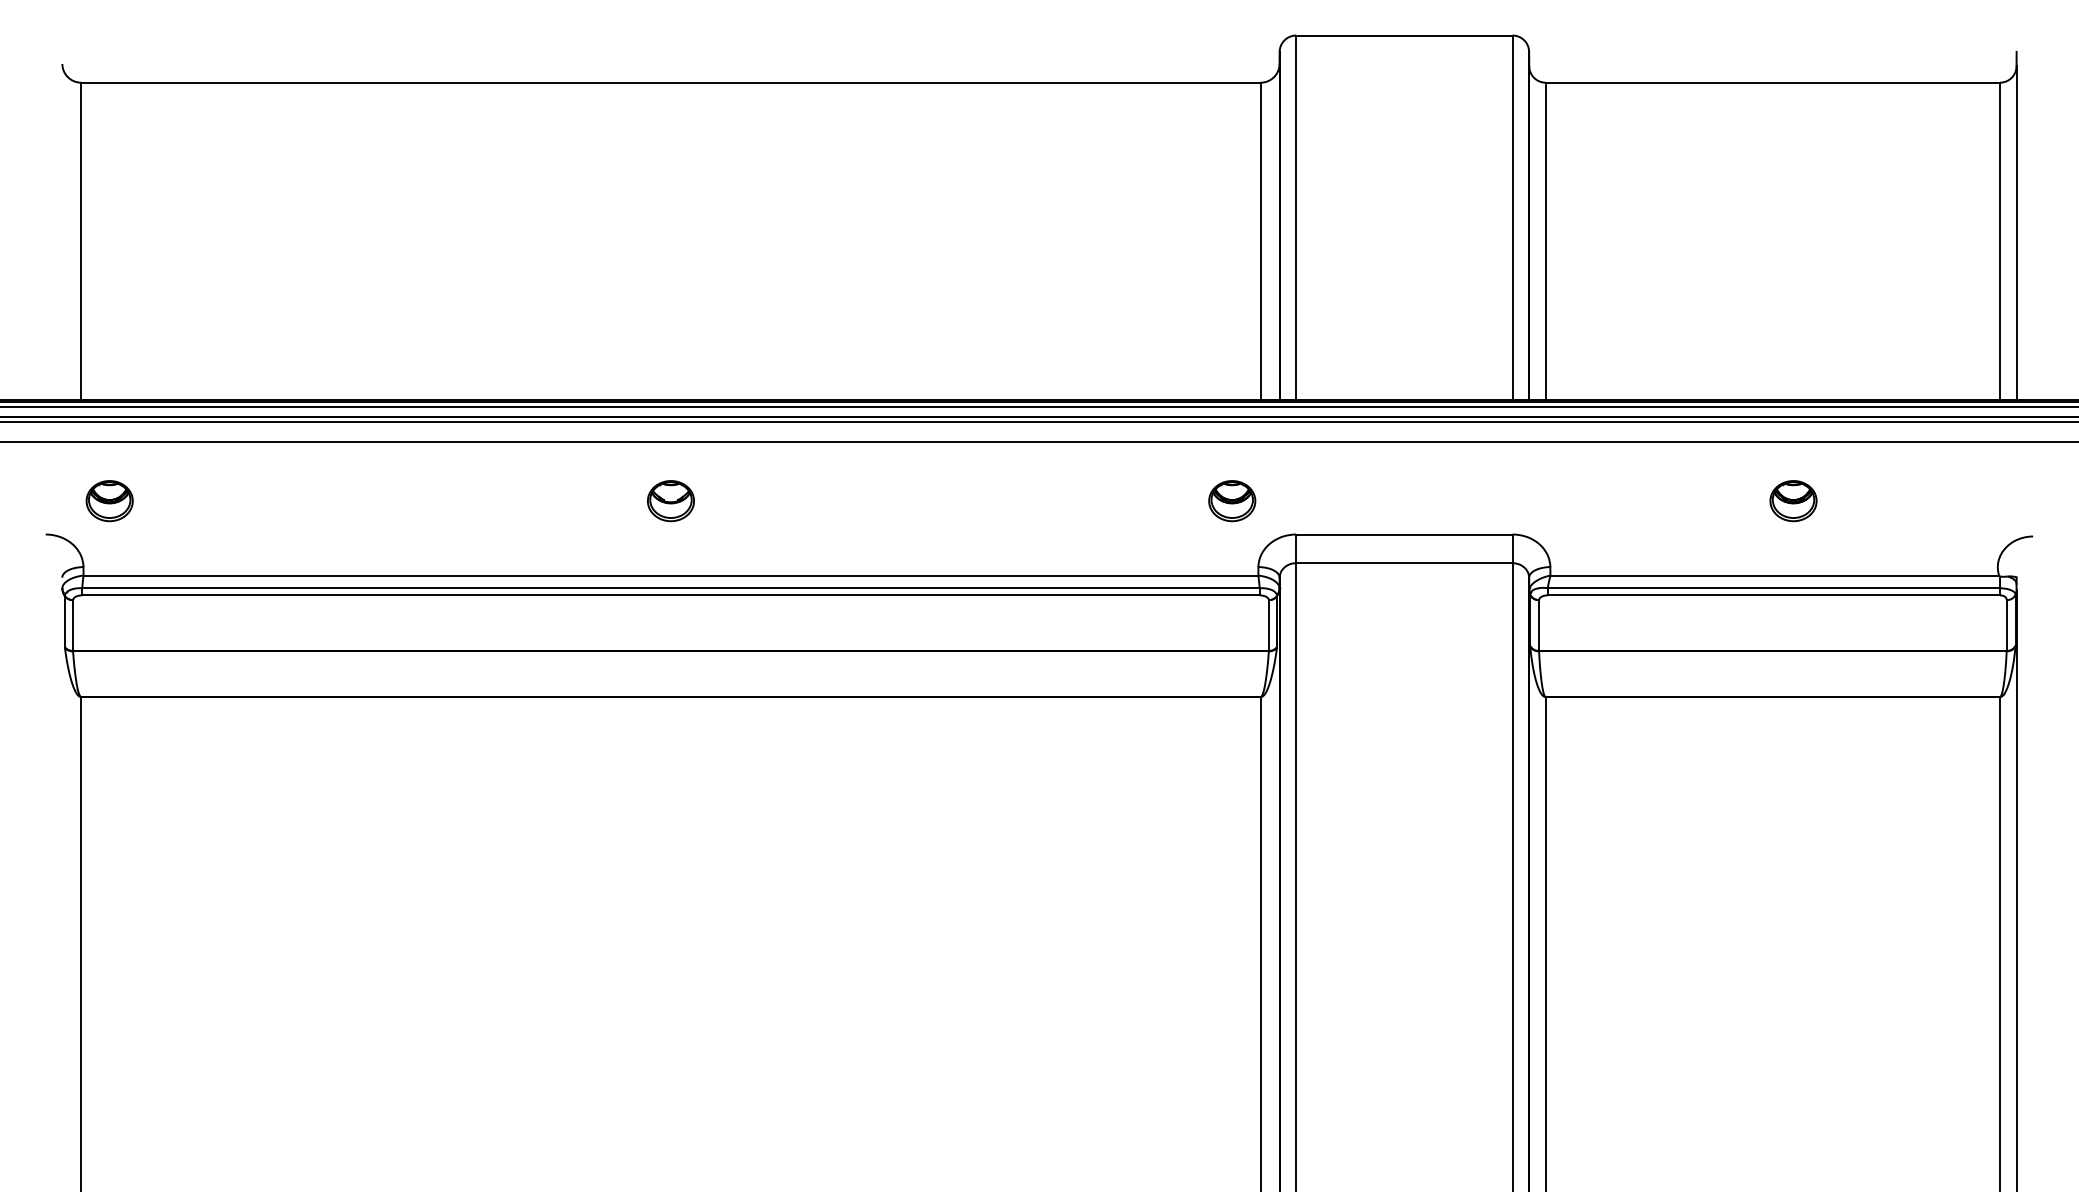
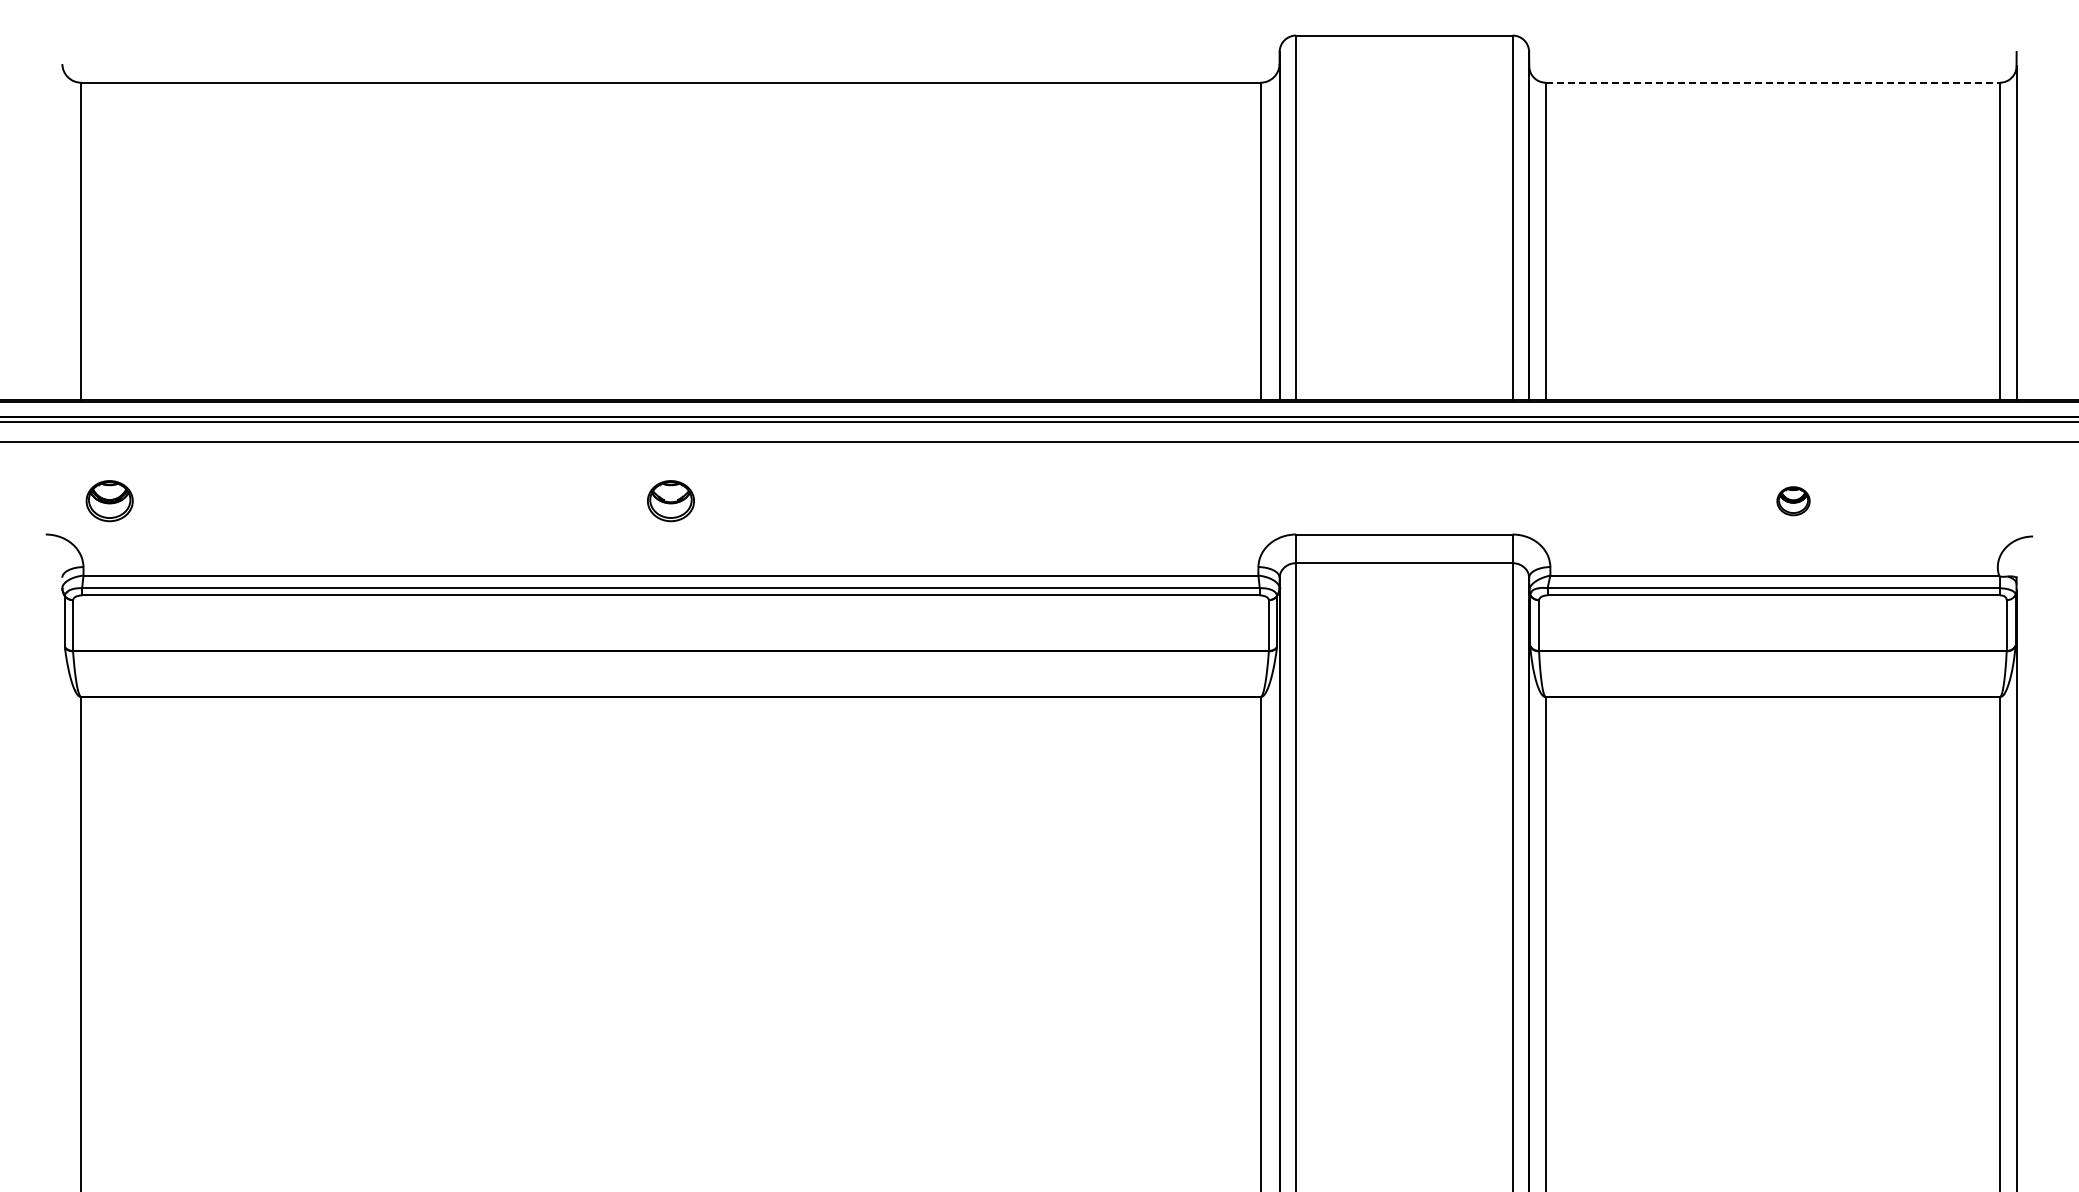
line at (1773, 82): solid -> dashed
line at (1038, 406): present -> none
part at (1232, 501): present -> none
part at (1793, 501) size: 49x43 px -> 35x31 px
